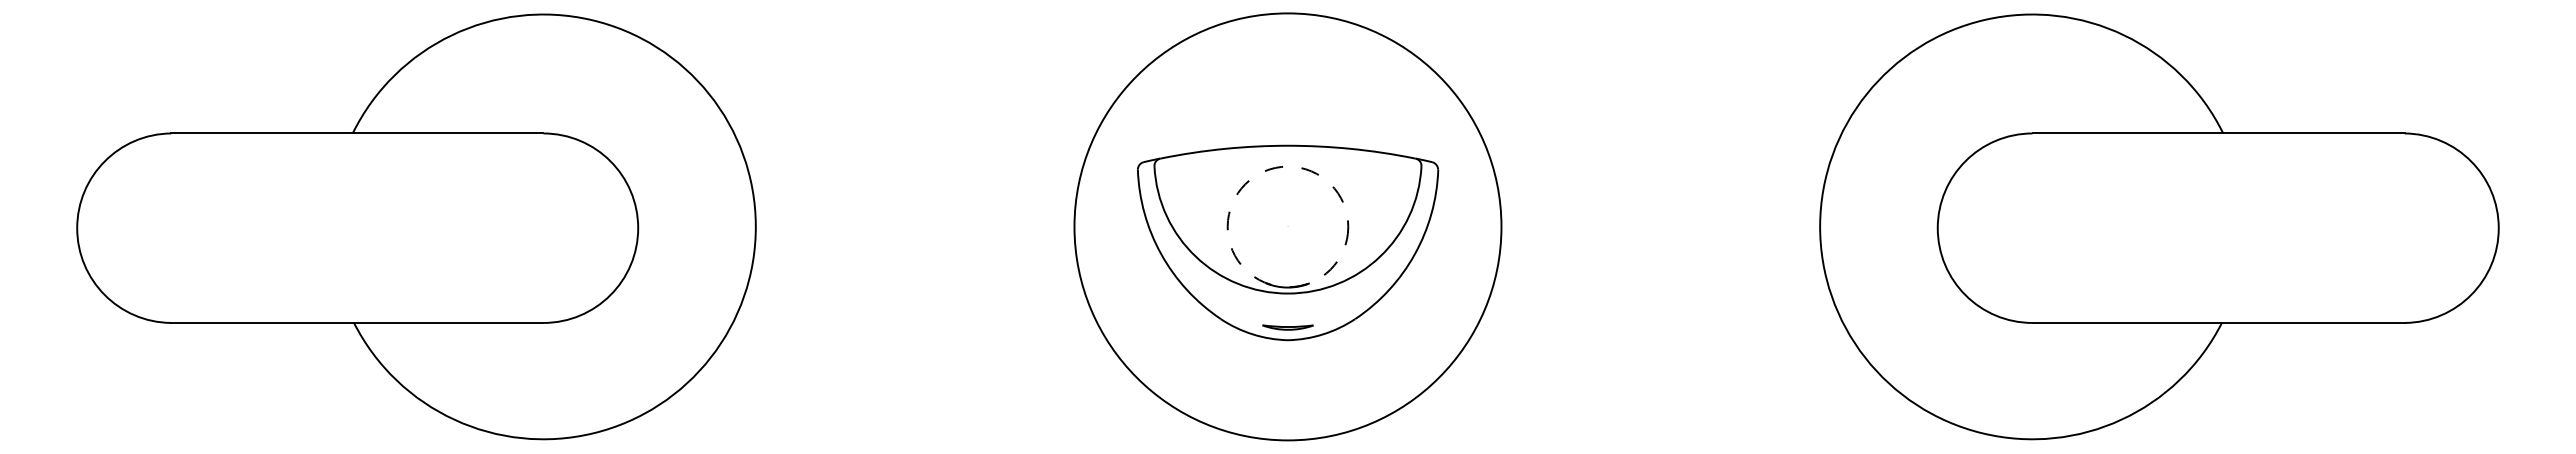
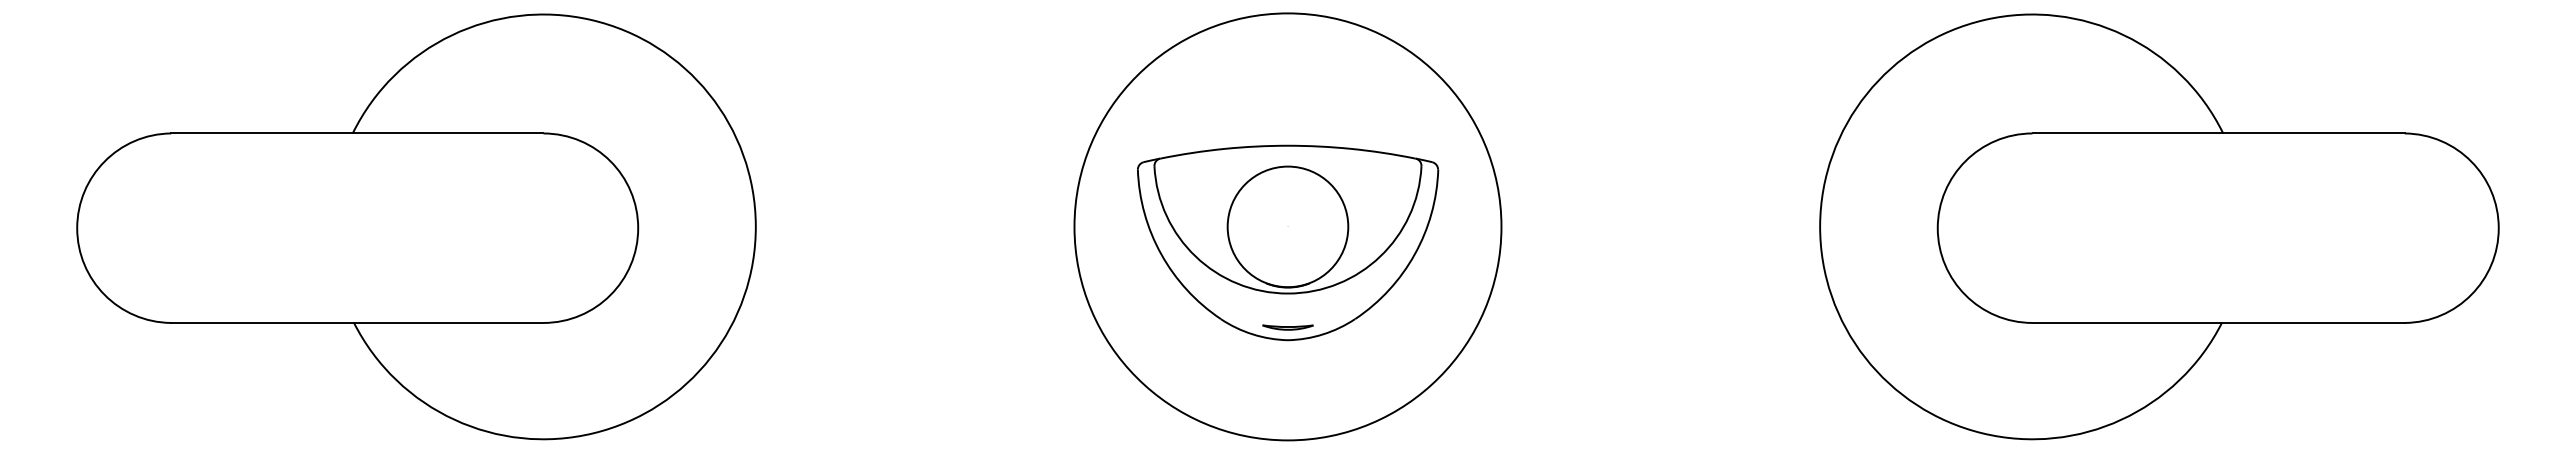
circle at (1287, 226): dashed -> solid
